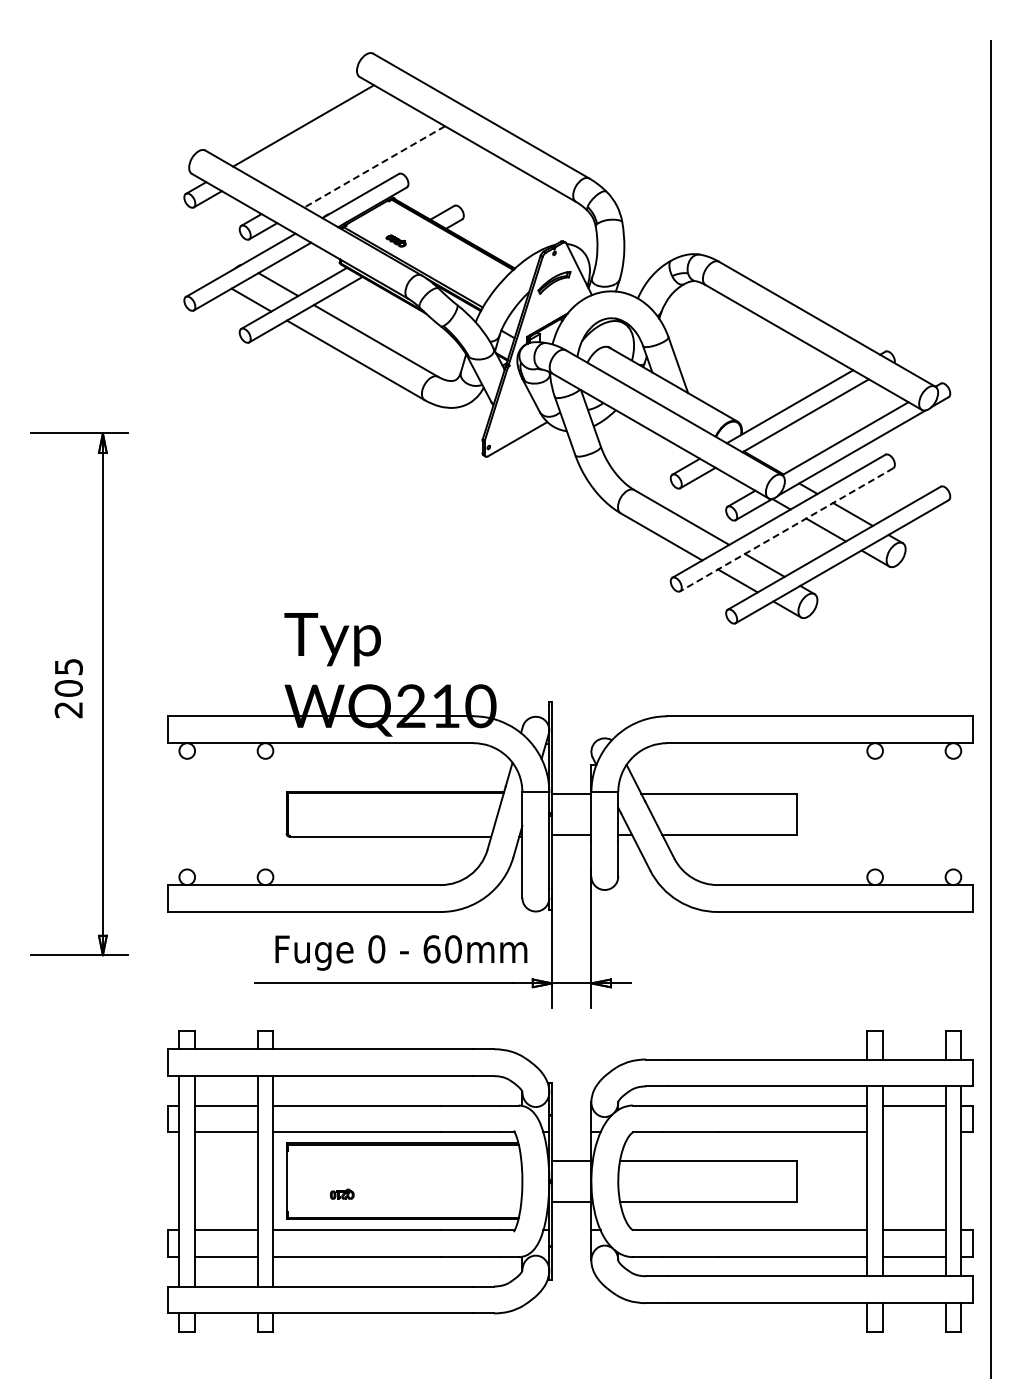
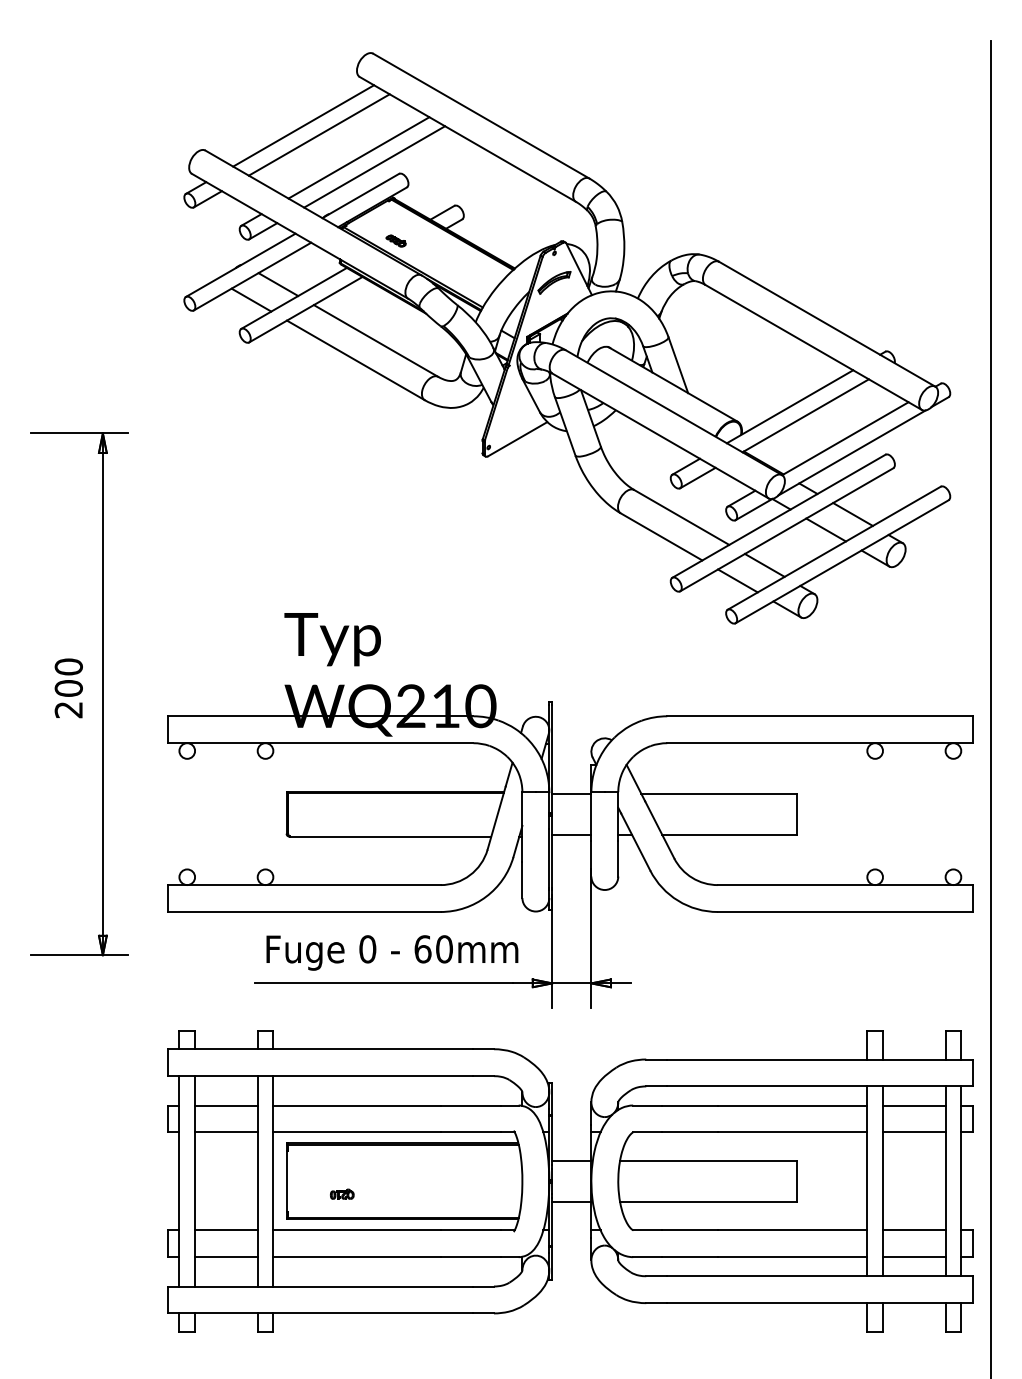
line at (318, 134): none -> present
line at (358, 157): none -> present
line at (374, 167): dashed -> solid
line at (786, 530): dashed -> solid
text at (68, 666): 205 -> 200
text at (401, 952) position: (401, 952) -> (392, 952)
line at (913, 1132): none -> present
